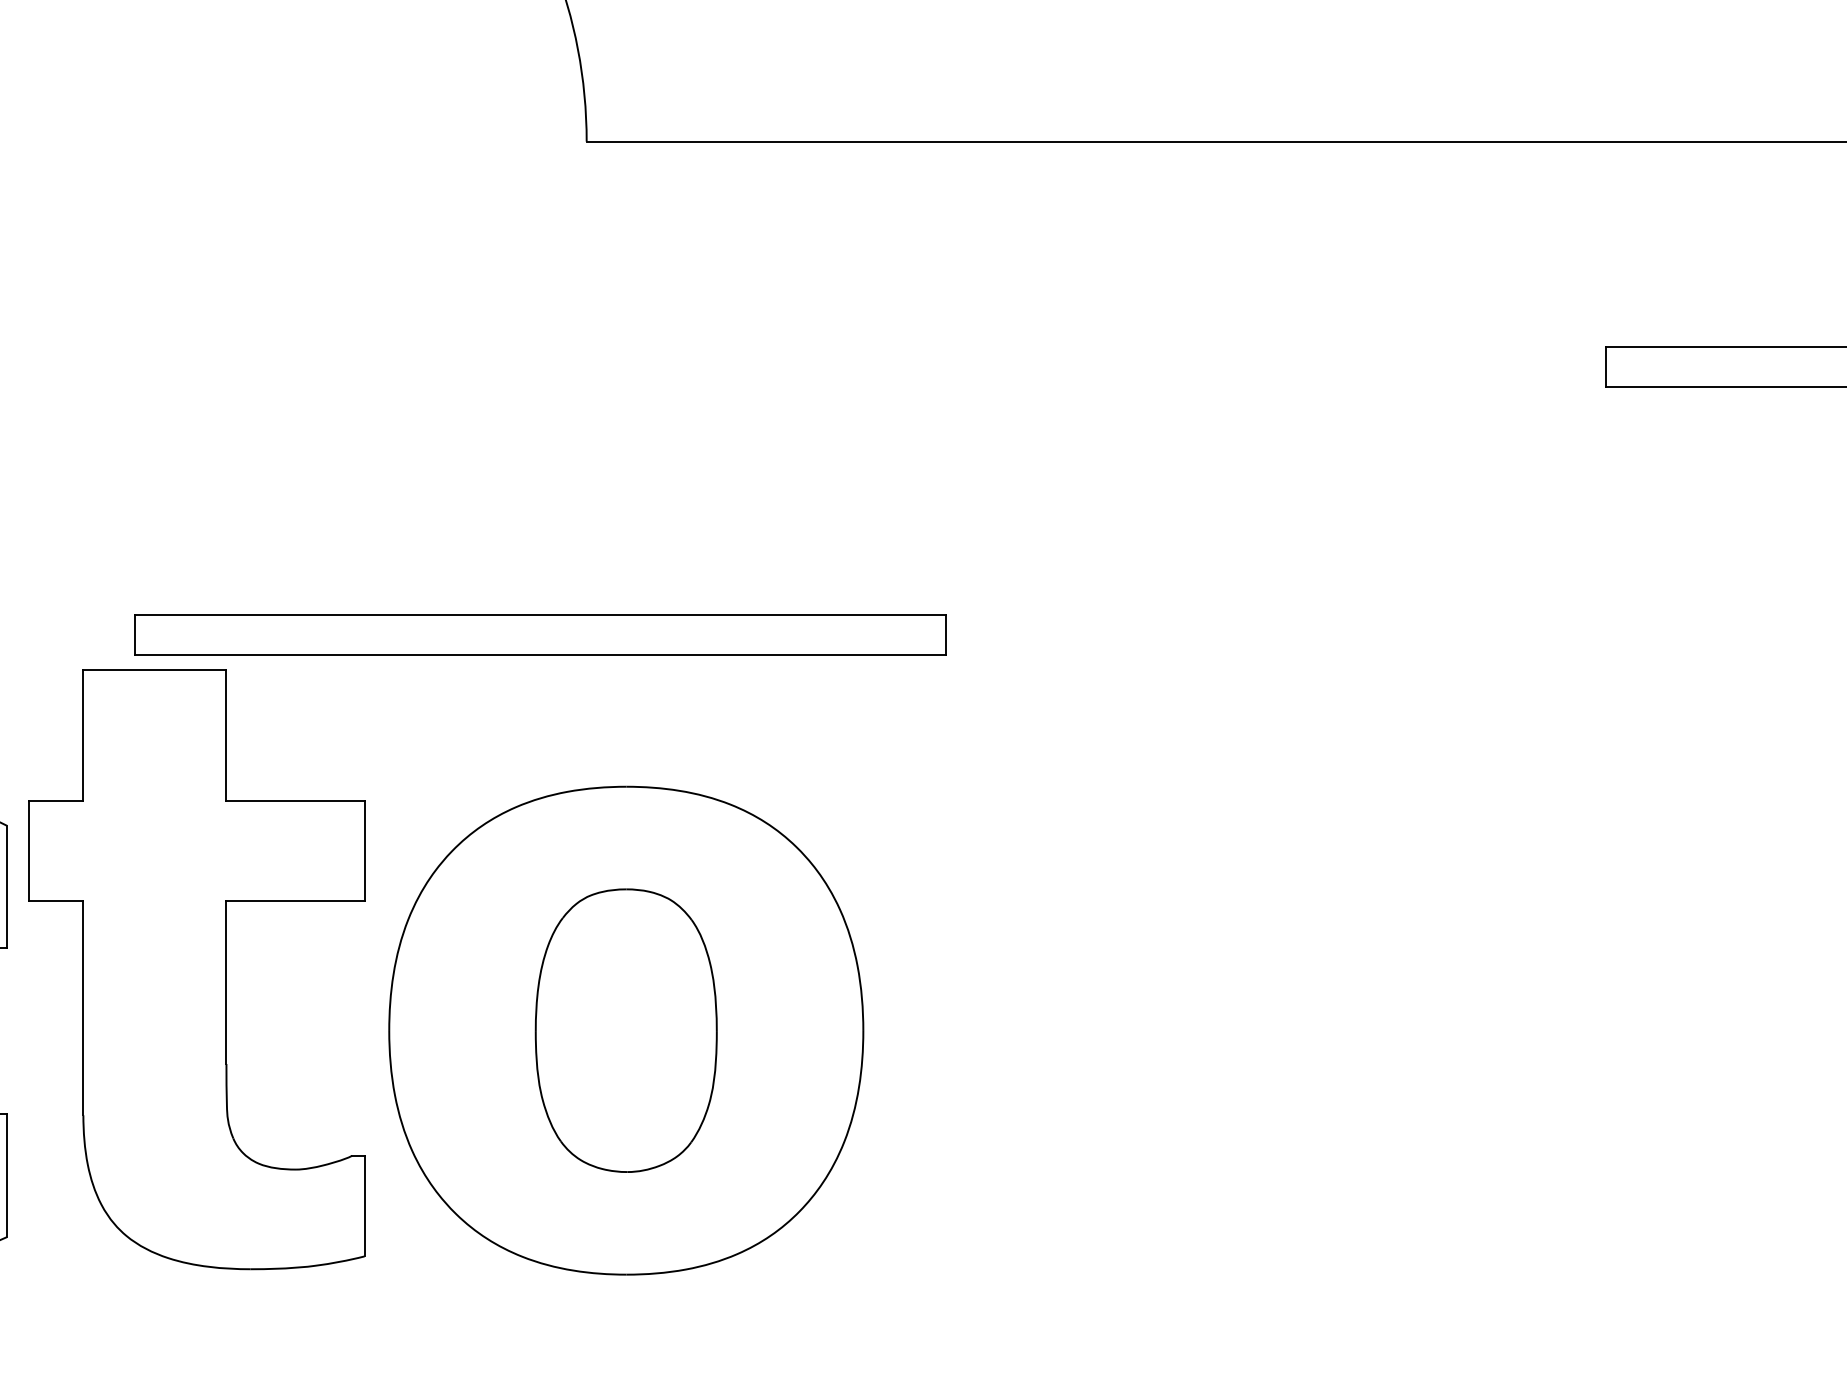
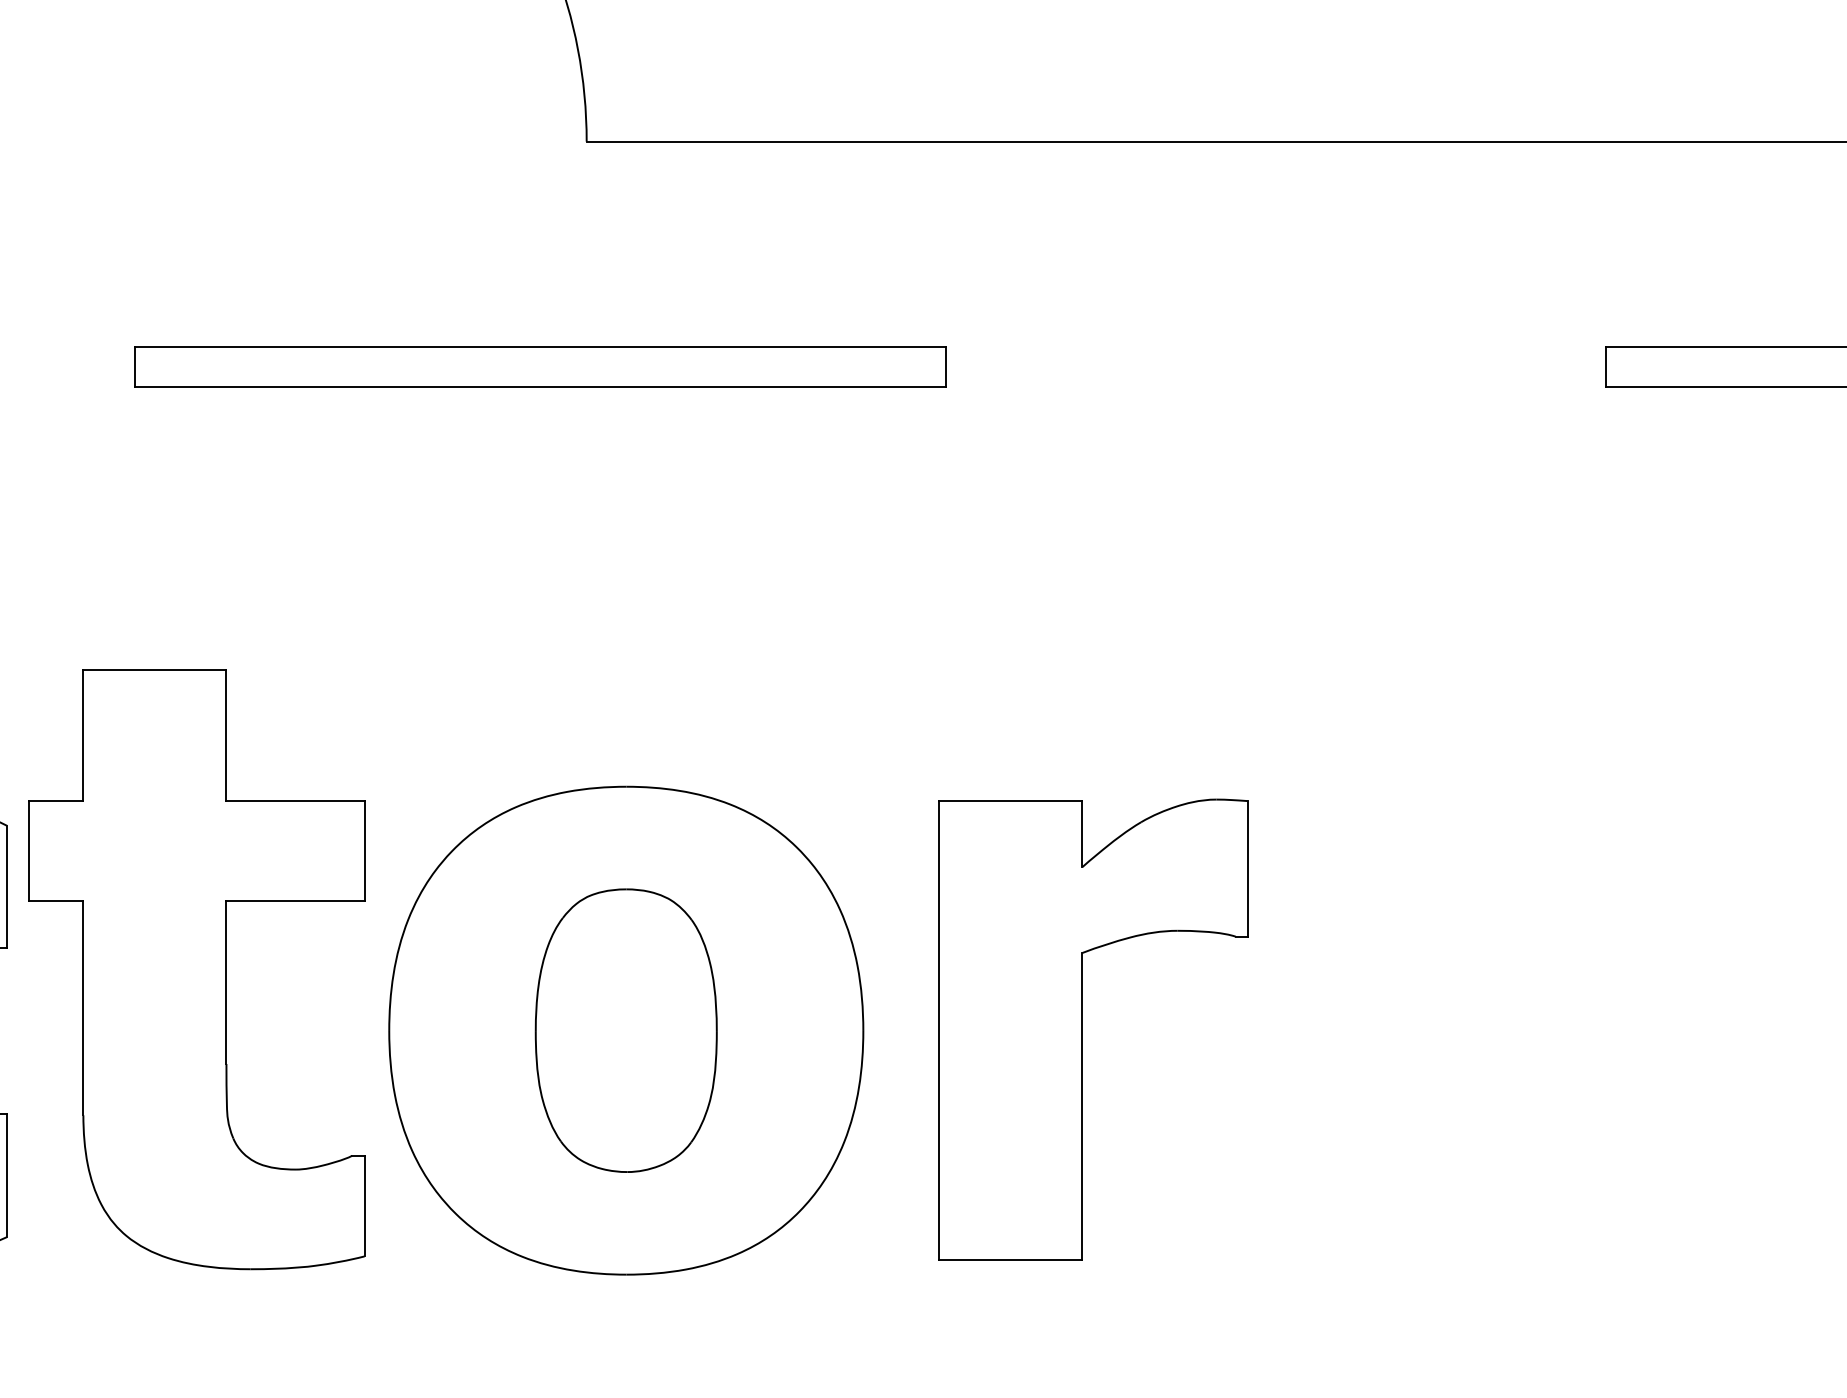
part at (540, 634) position: (540, 634) -> (540, 366)
part at (1082, 1029): none -> present
